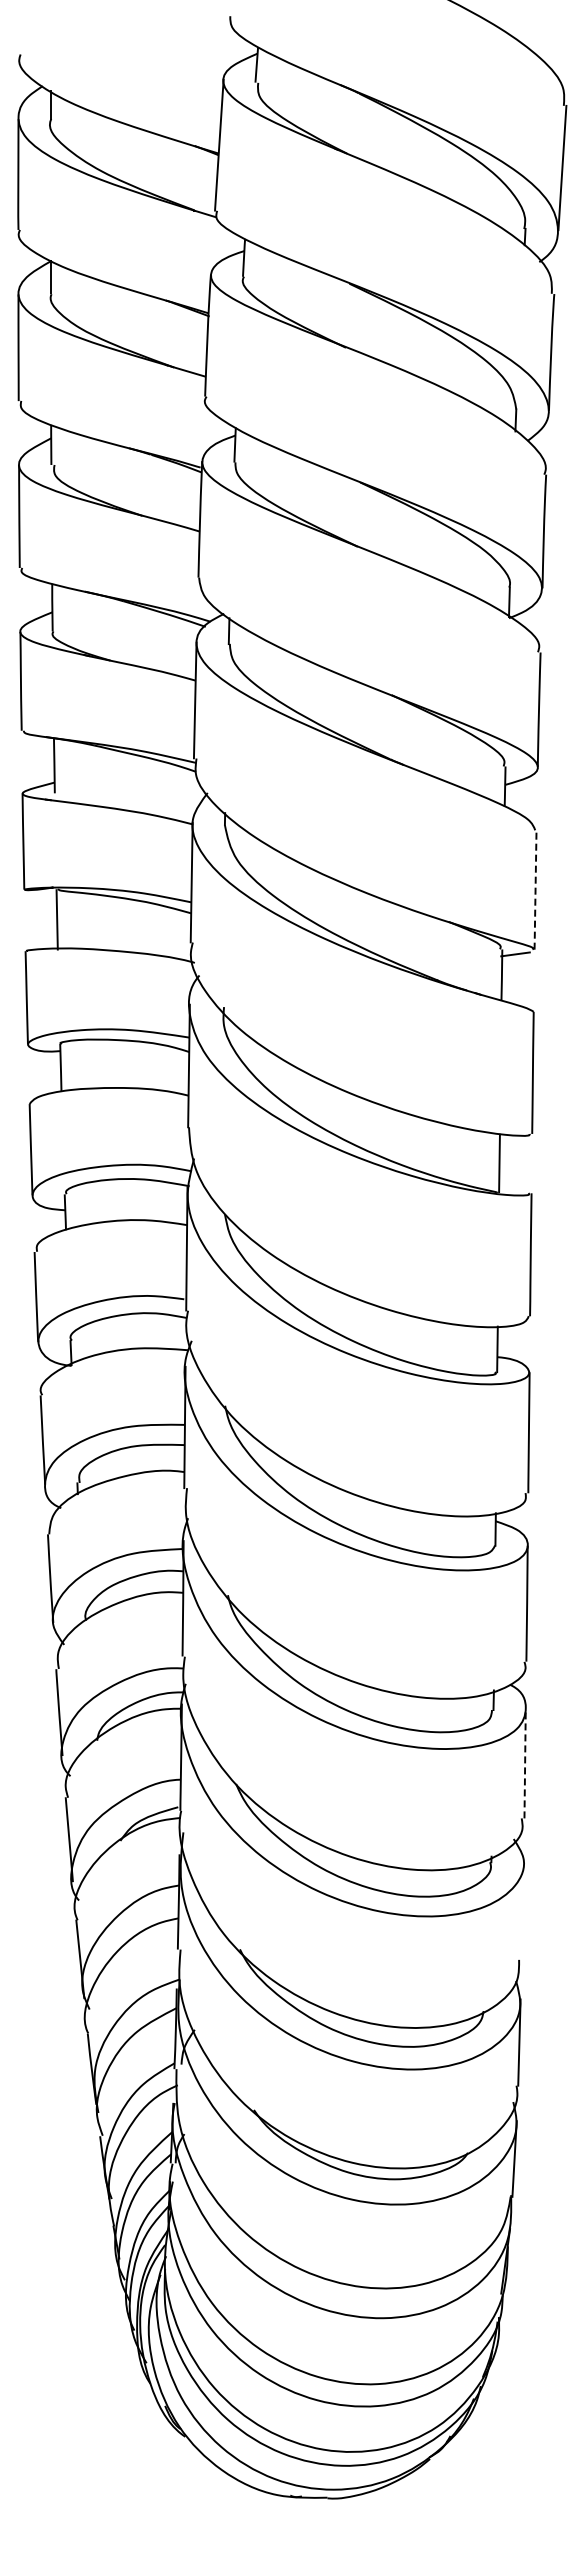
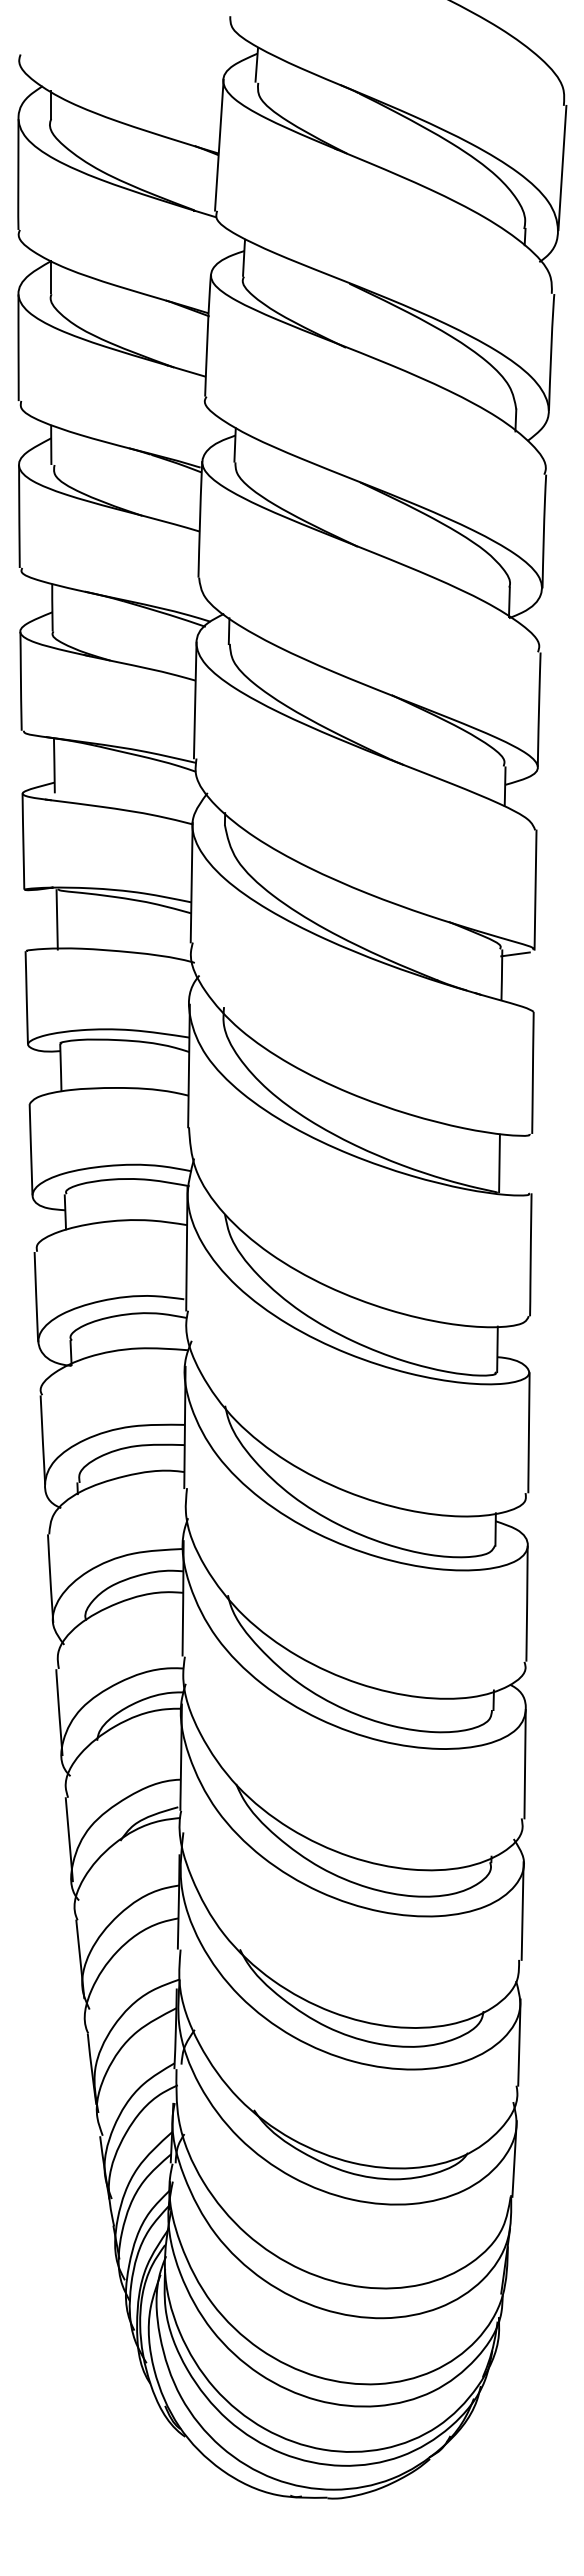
line at (535, 890): dashed -> solid
line at (525, 1763): dashed -> solid
line at (522, 1910): none -> present
